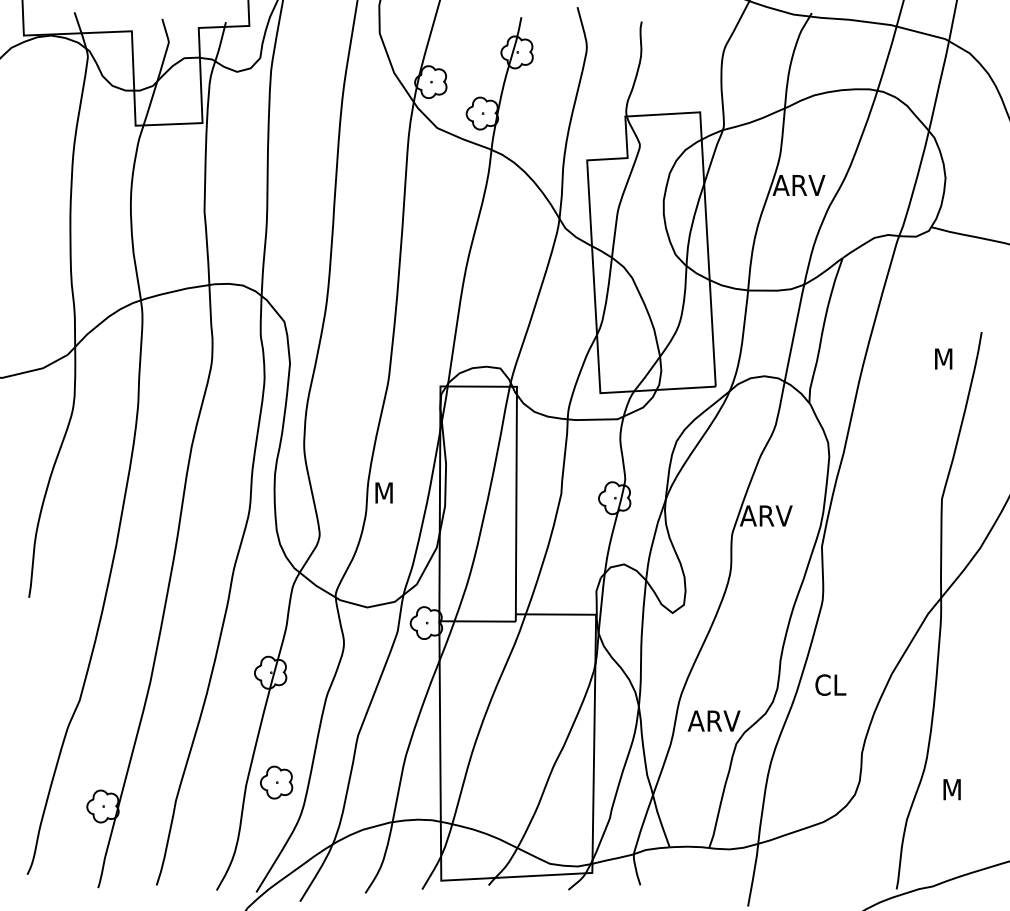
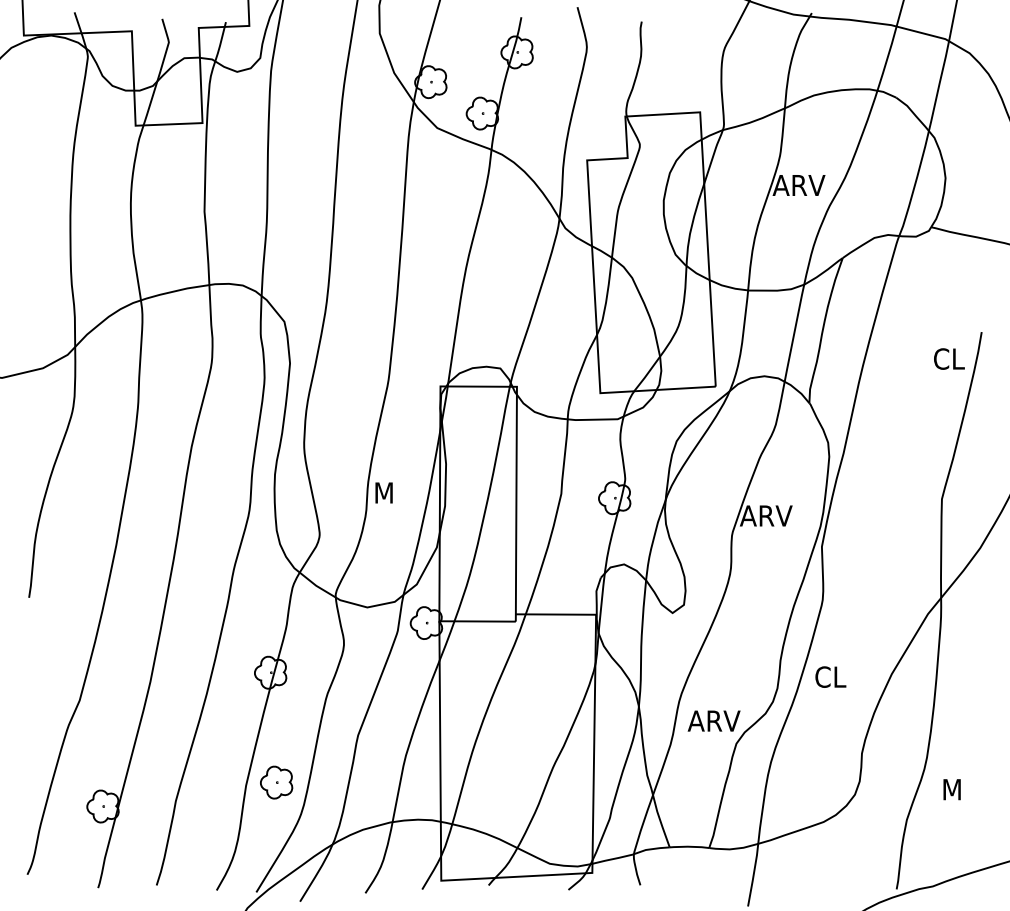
text at (949, 358): M -> CL
text at (830, 684) position: (830, 684) -> (830, 676)
